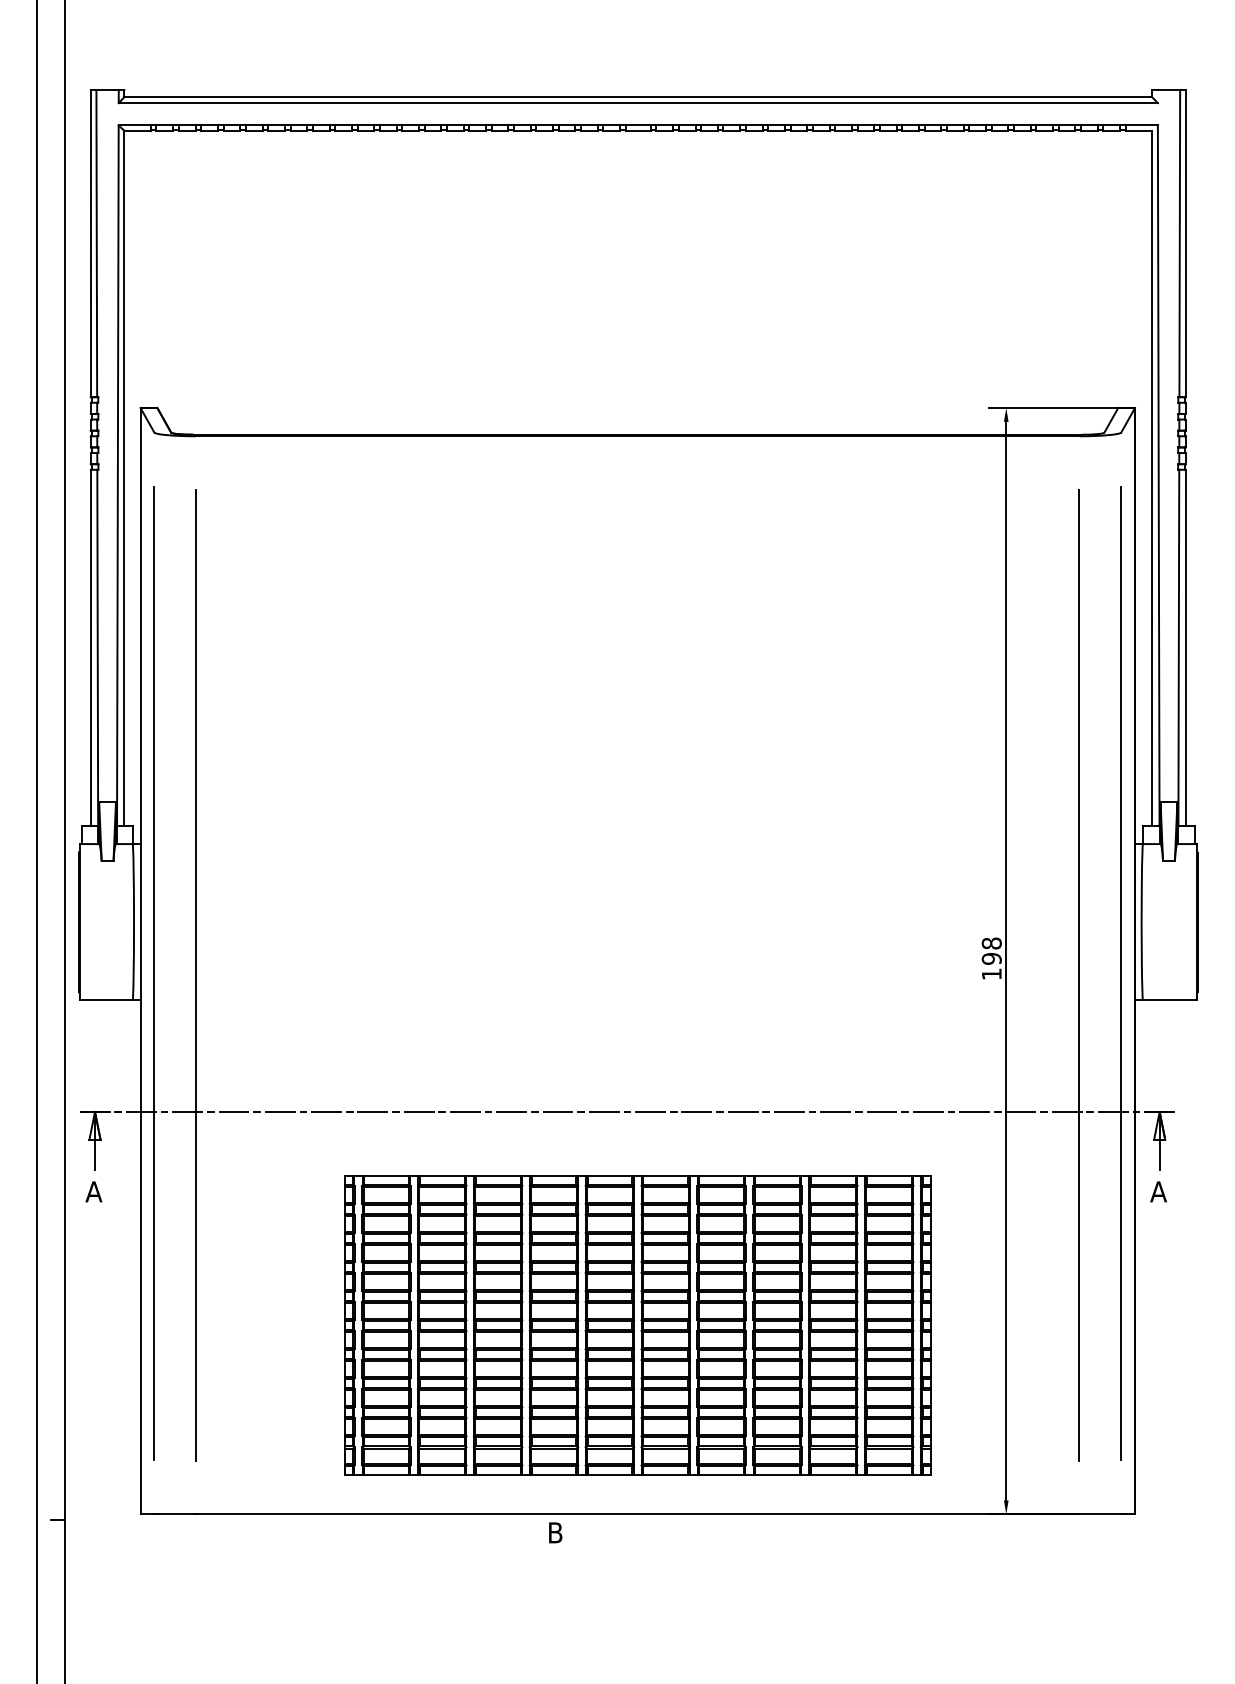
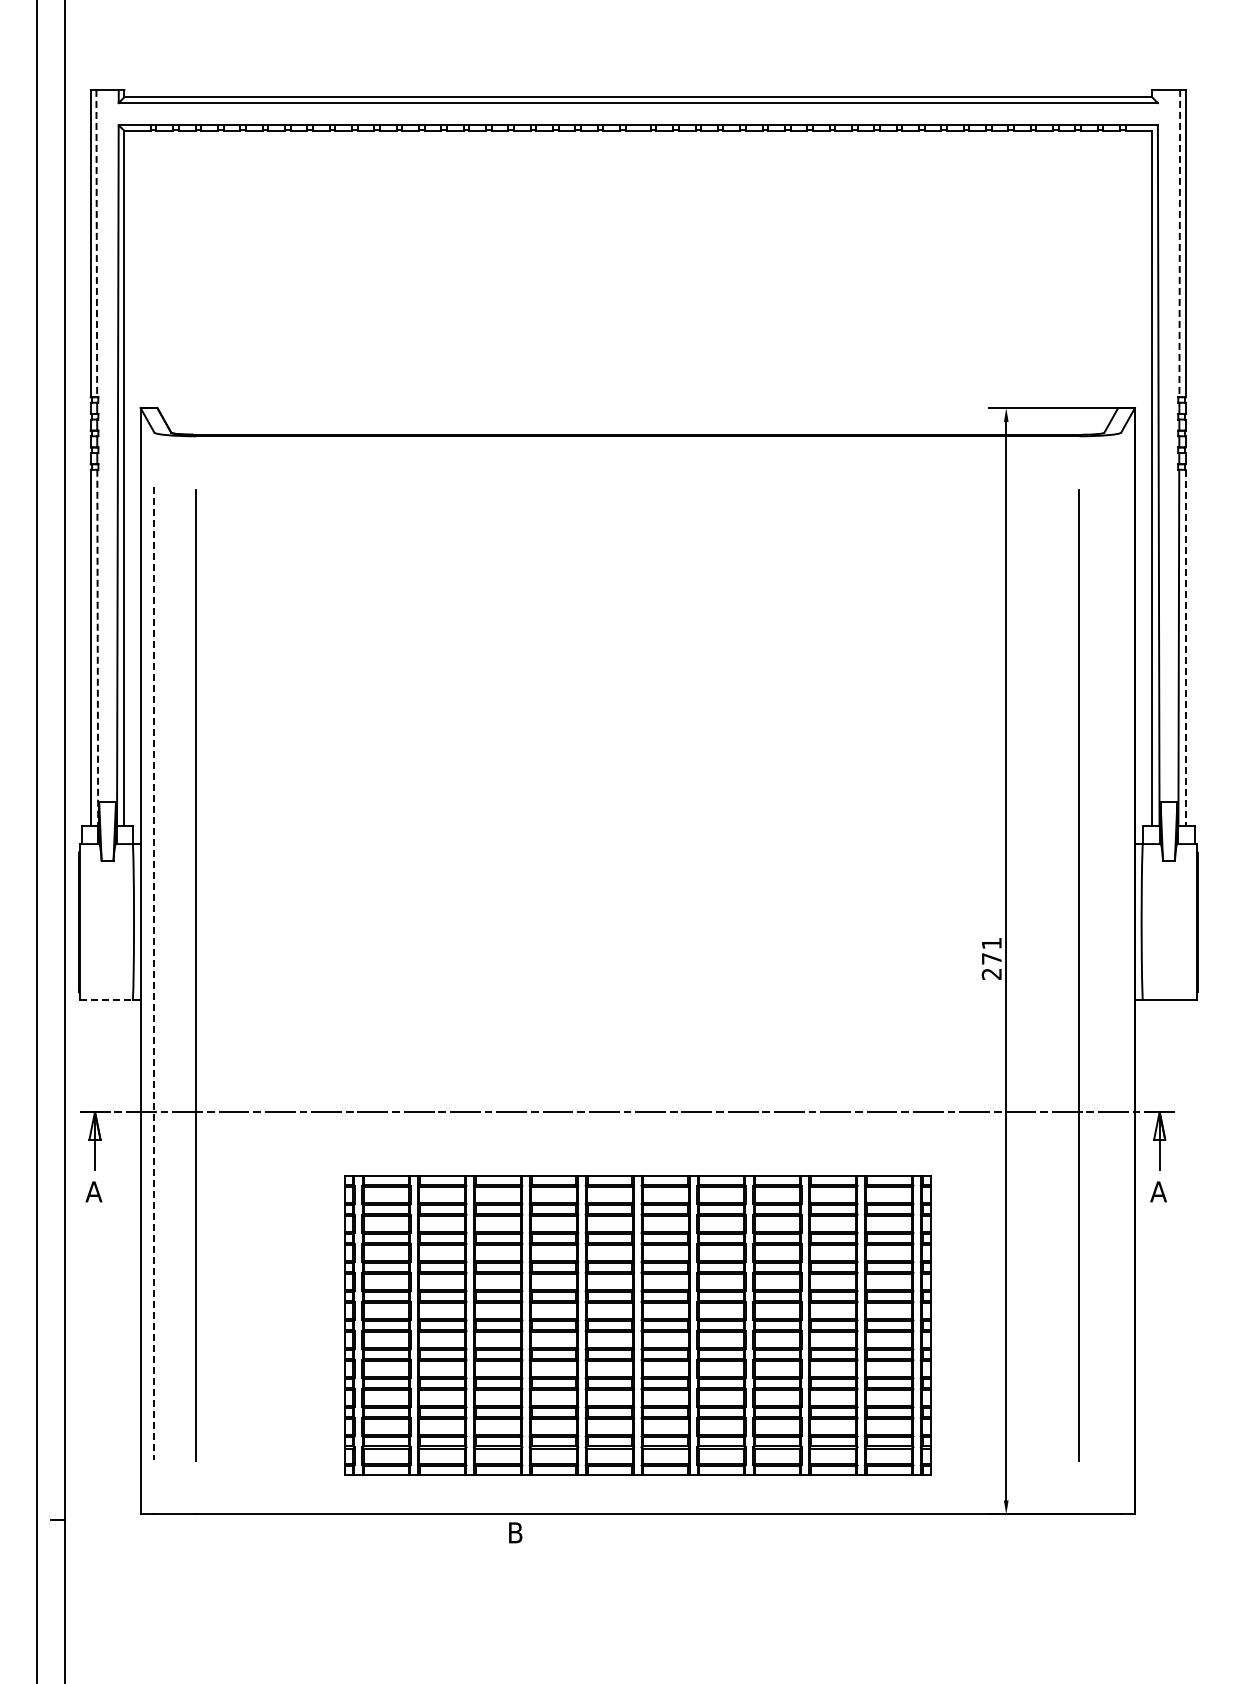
line at (96, 243): solid -> dashed
line at (1179, 243): solid -> dashed
line at (97, 648): solid -> dashed
line at (1185, 648): solid -> dashed
text at (991, 958): 198 -> 271
line at (154, 973): solid -> dashed
line at (1121, 973): present -> none
line at (106, 1000): solid -> dashed
text at (555, 1532) position: (555, 1532) -> (515, 1532)
